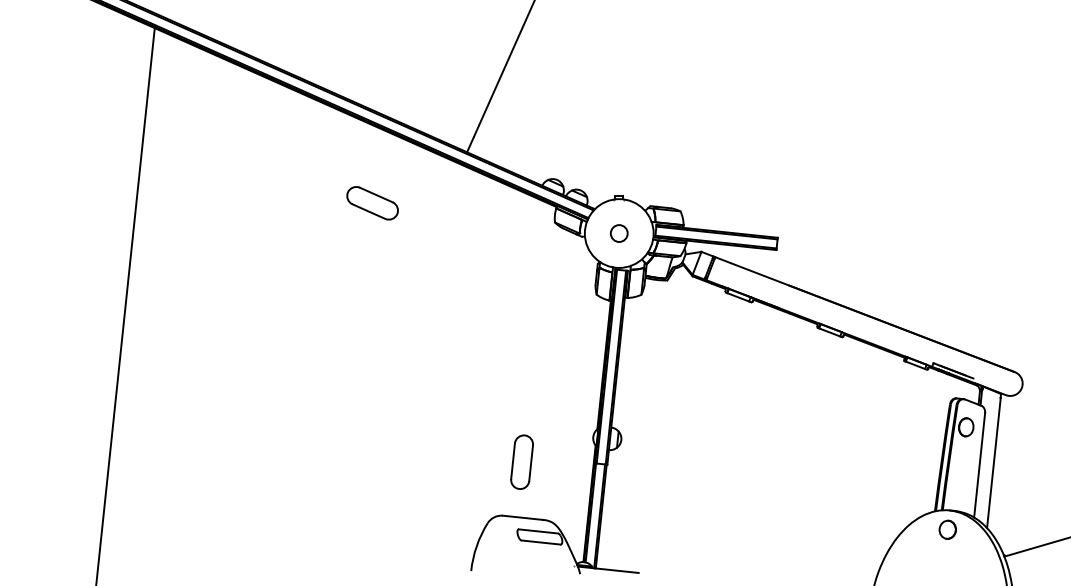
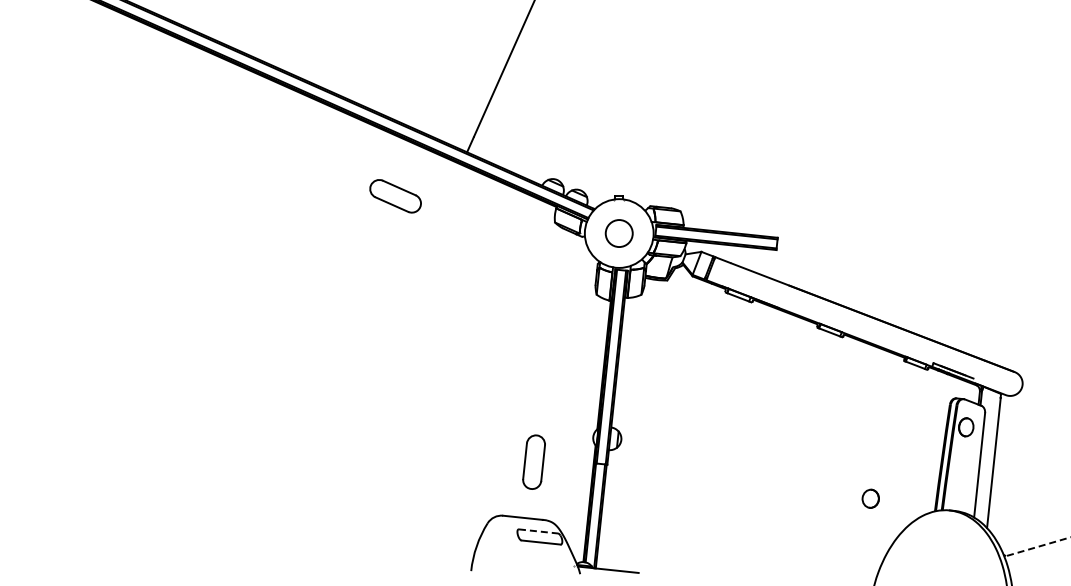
part at (372, 203) position: (372, 203) -> (395, 196)
circle at (618, 233) diameter: 17 px -> 27 px
line at (125, 305): present -> none
part at (521, 461) position: (521, 461) -> (533, 461)
part at (947, 529) position: (947, 529) -> (870, 498)
line at (538, 531): solid -> dashed
line at (1037, 547): solid -> dashed
